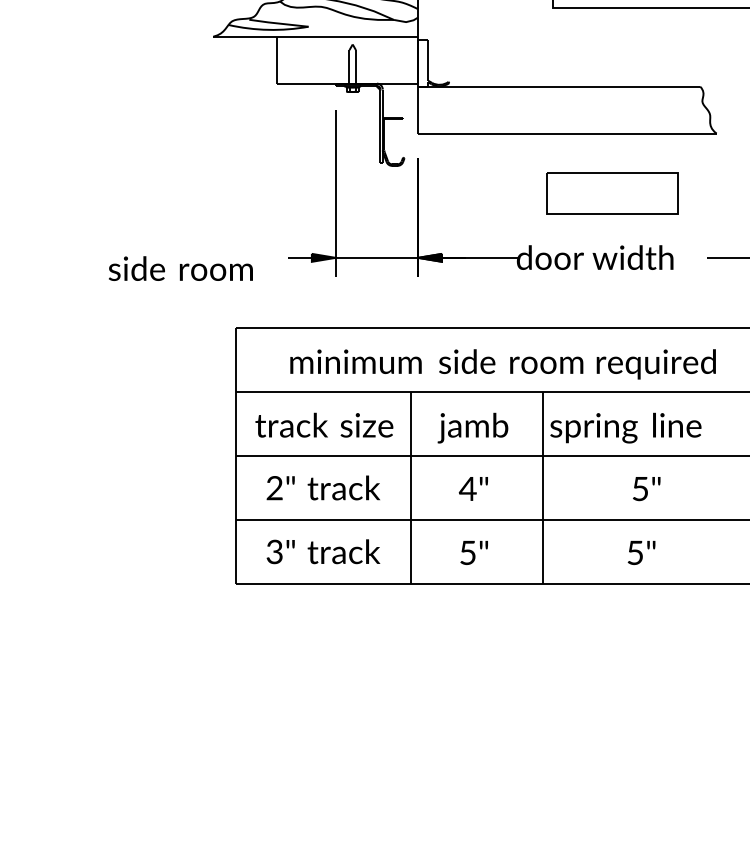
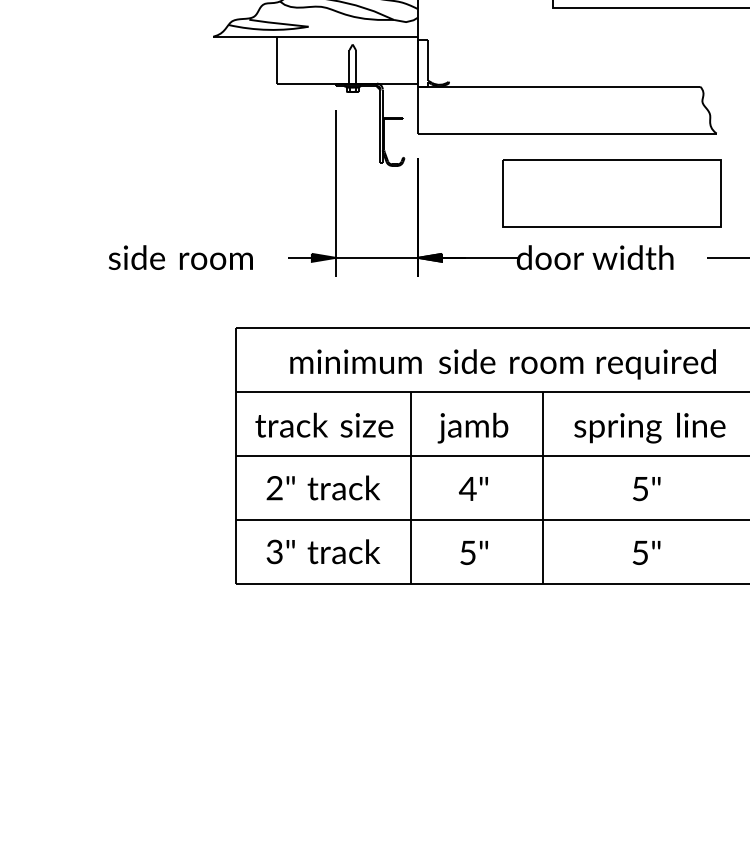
part at (612, 193) size: 133x43 px -> 220x69 px
text at (180, 268) position: (180, 268) -> (180, 257)
text at (625, 427) position: (625, 427) -> (649, 427)
text at (641, 552) position: (641, 552) -> (646, 552)
